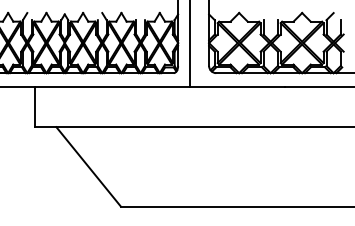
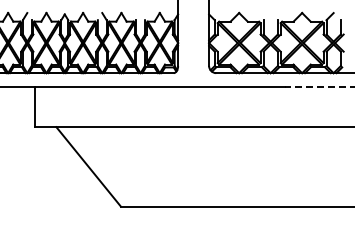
line at (190, 44): present -> none
line at (319, 87): solid -> dashed
